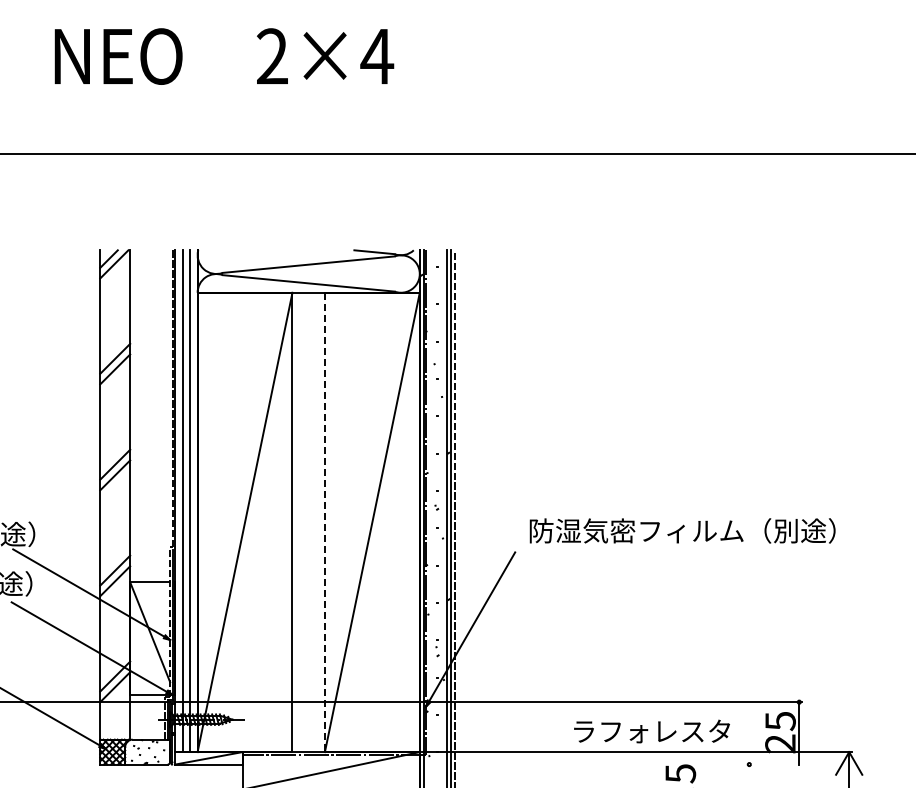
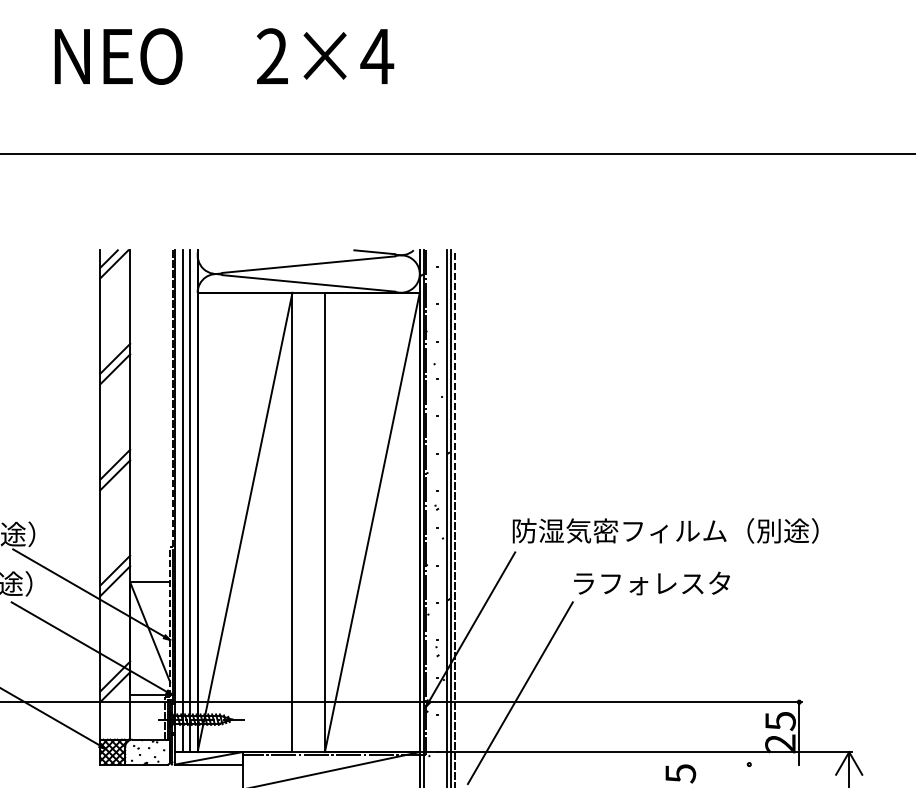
line at (324, 522): dashed -> solid
text at (682, 530) position: (682, 530) -> (665, 530)
line at (519, 693): none -> present
text at (651, 731) position: (651, 731) -> (651, 583)
